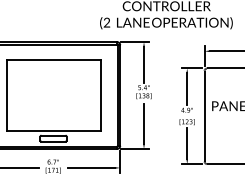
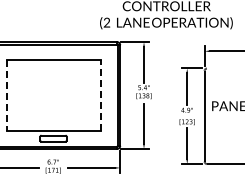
line at (223, 68): present -> none
line at (100, 95): solid -> dashed
line at (7, 96): solid -> dashed
